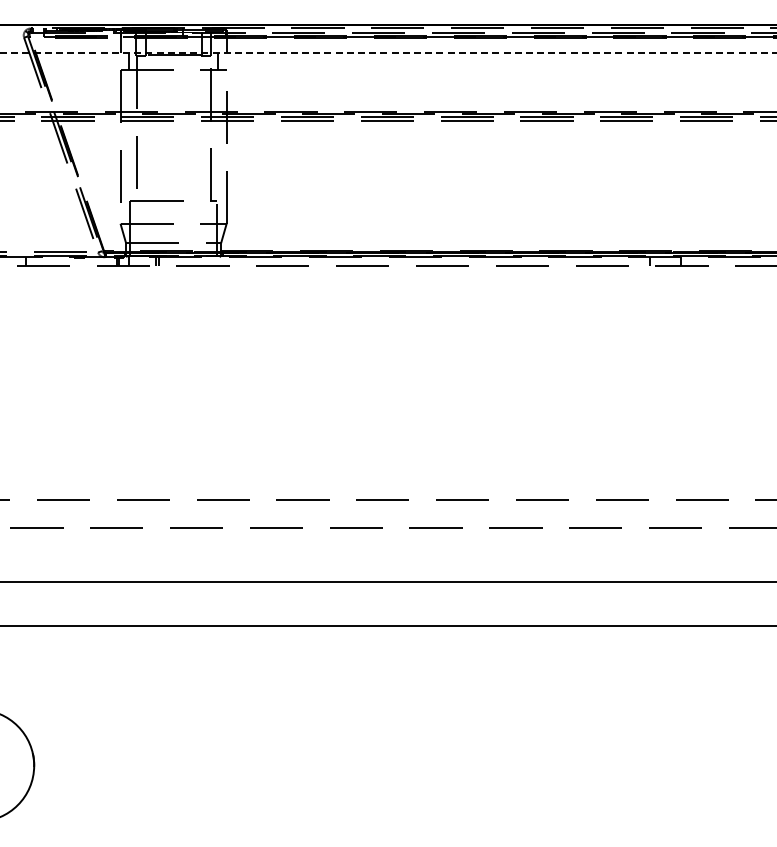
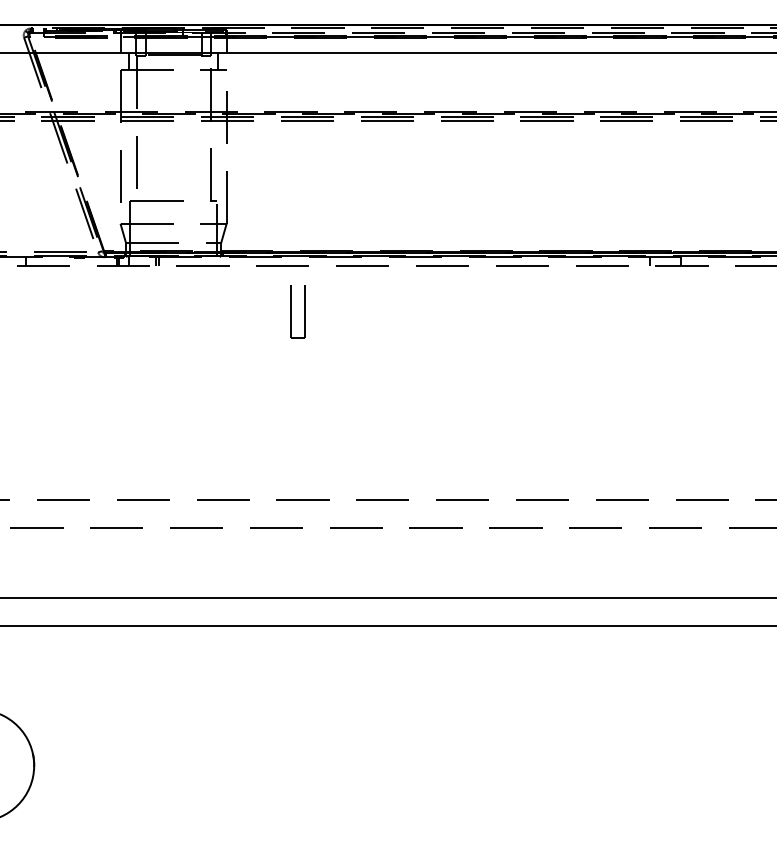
line at (388, 53): dashed -> solid
part at (297, 311): none -> present
line at (387, 582) position: (387, 582) -> (387, 598)
